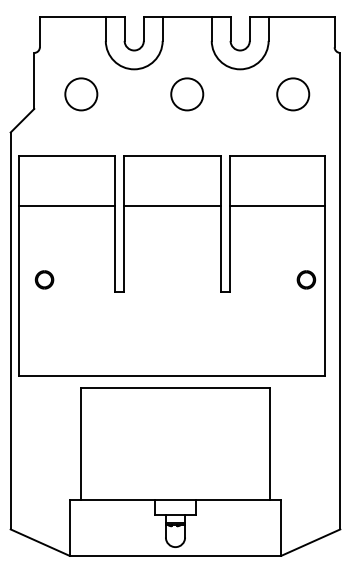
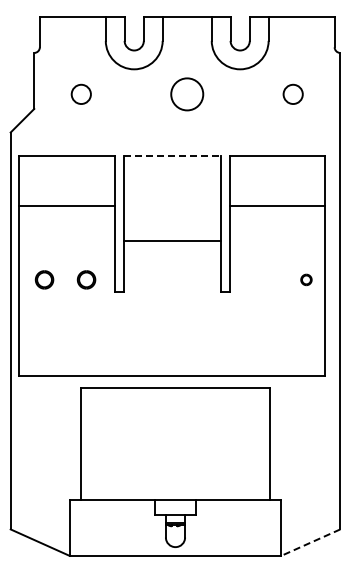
circle at (81, 94) diameter: 32 px -> 19 px
circle at (293, 94) diameter: 32 px -> 19 px
line at (172, 155): solid -> dashed
line at (171, 206) position: (171, 206) -> (171, 241)
part at (86, 279): none -> present
part at (306, 279) size: 21x20 px -> 13x14 px
line at (310, 542): solid -> dashed
